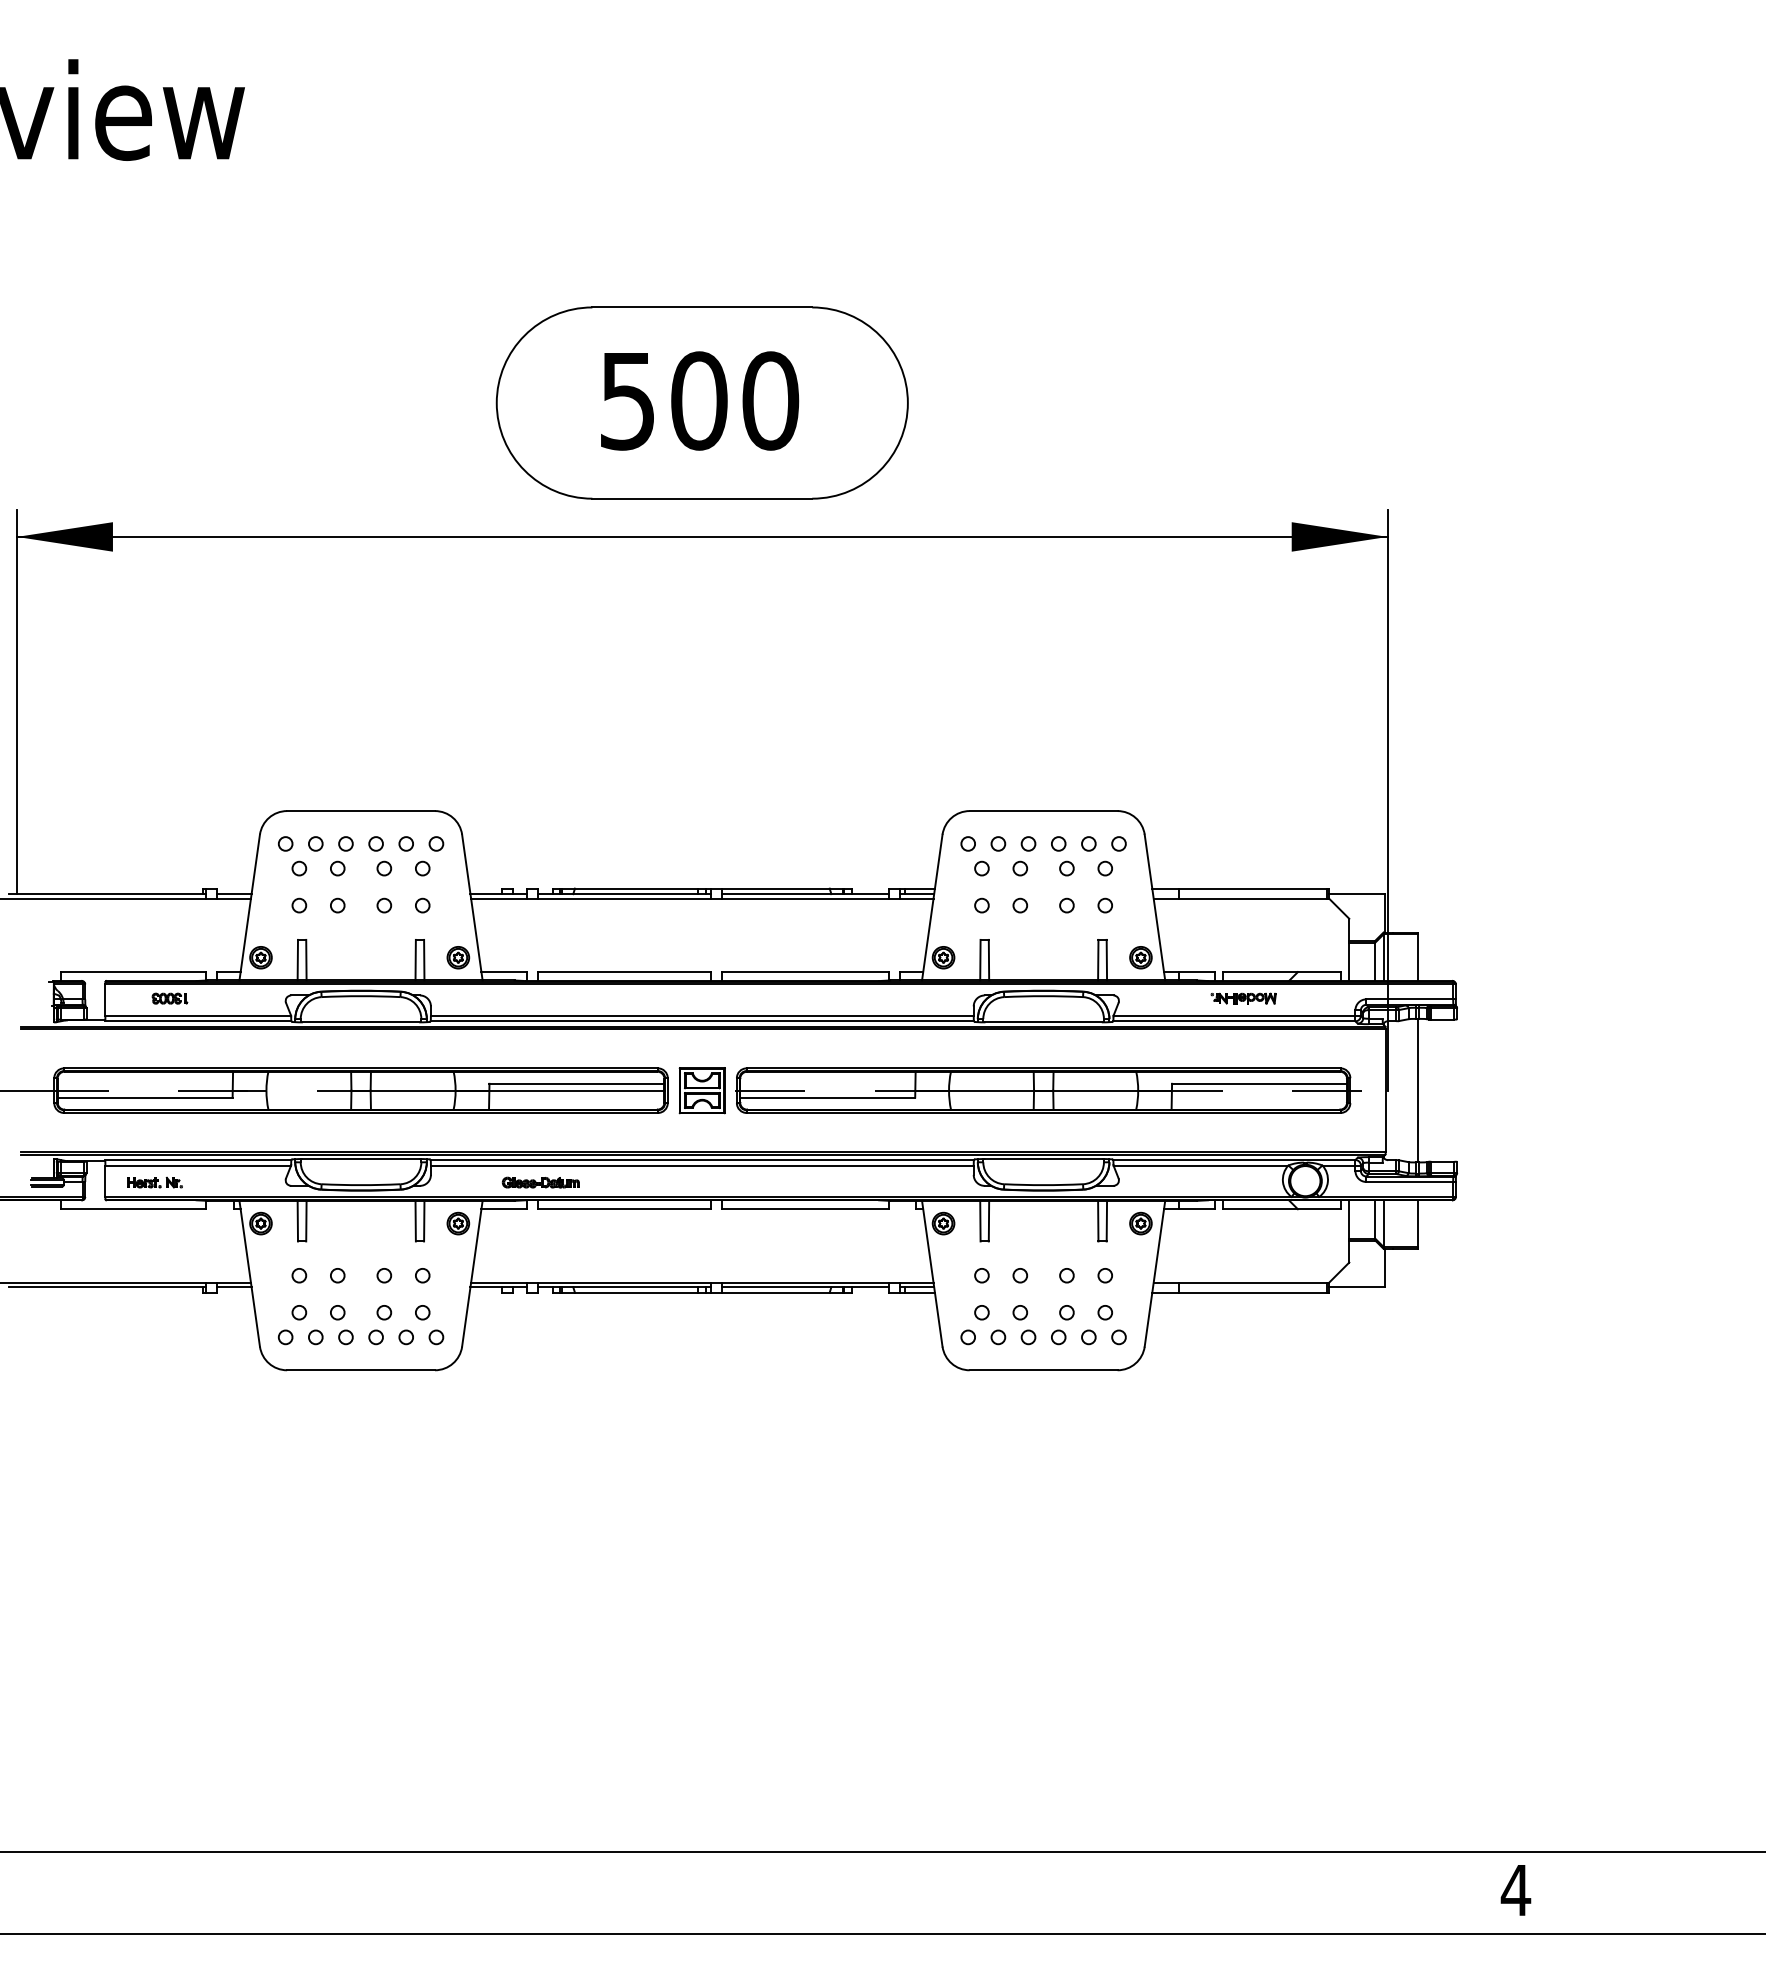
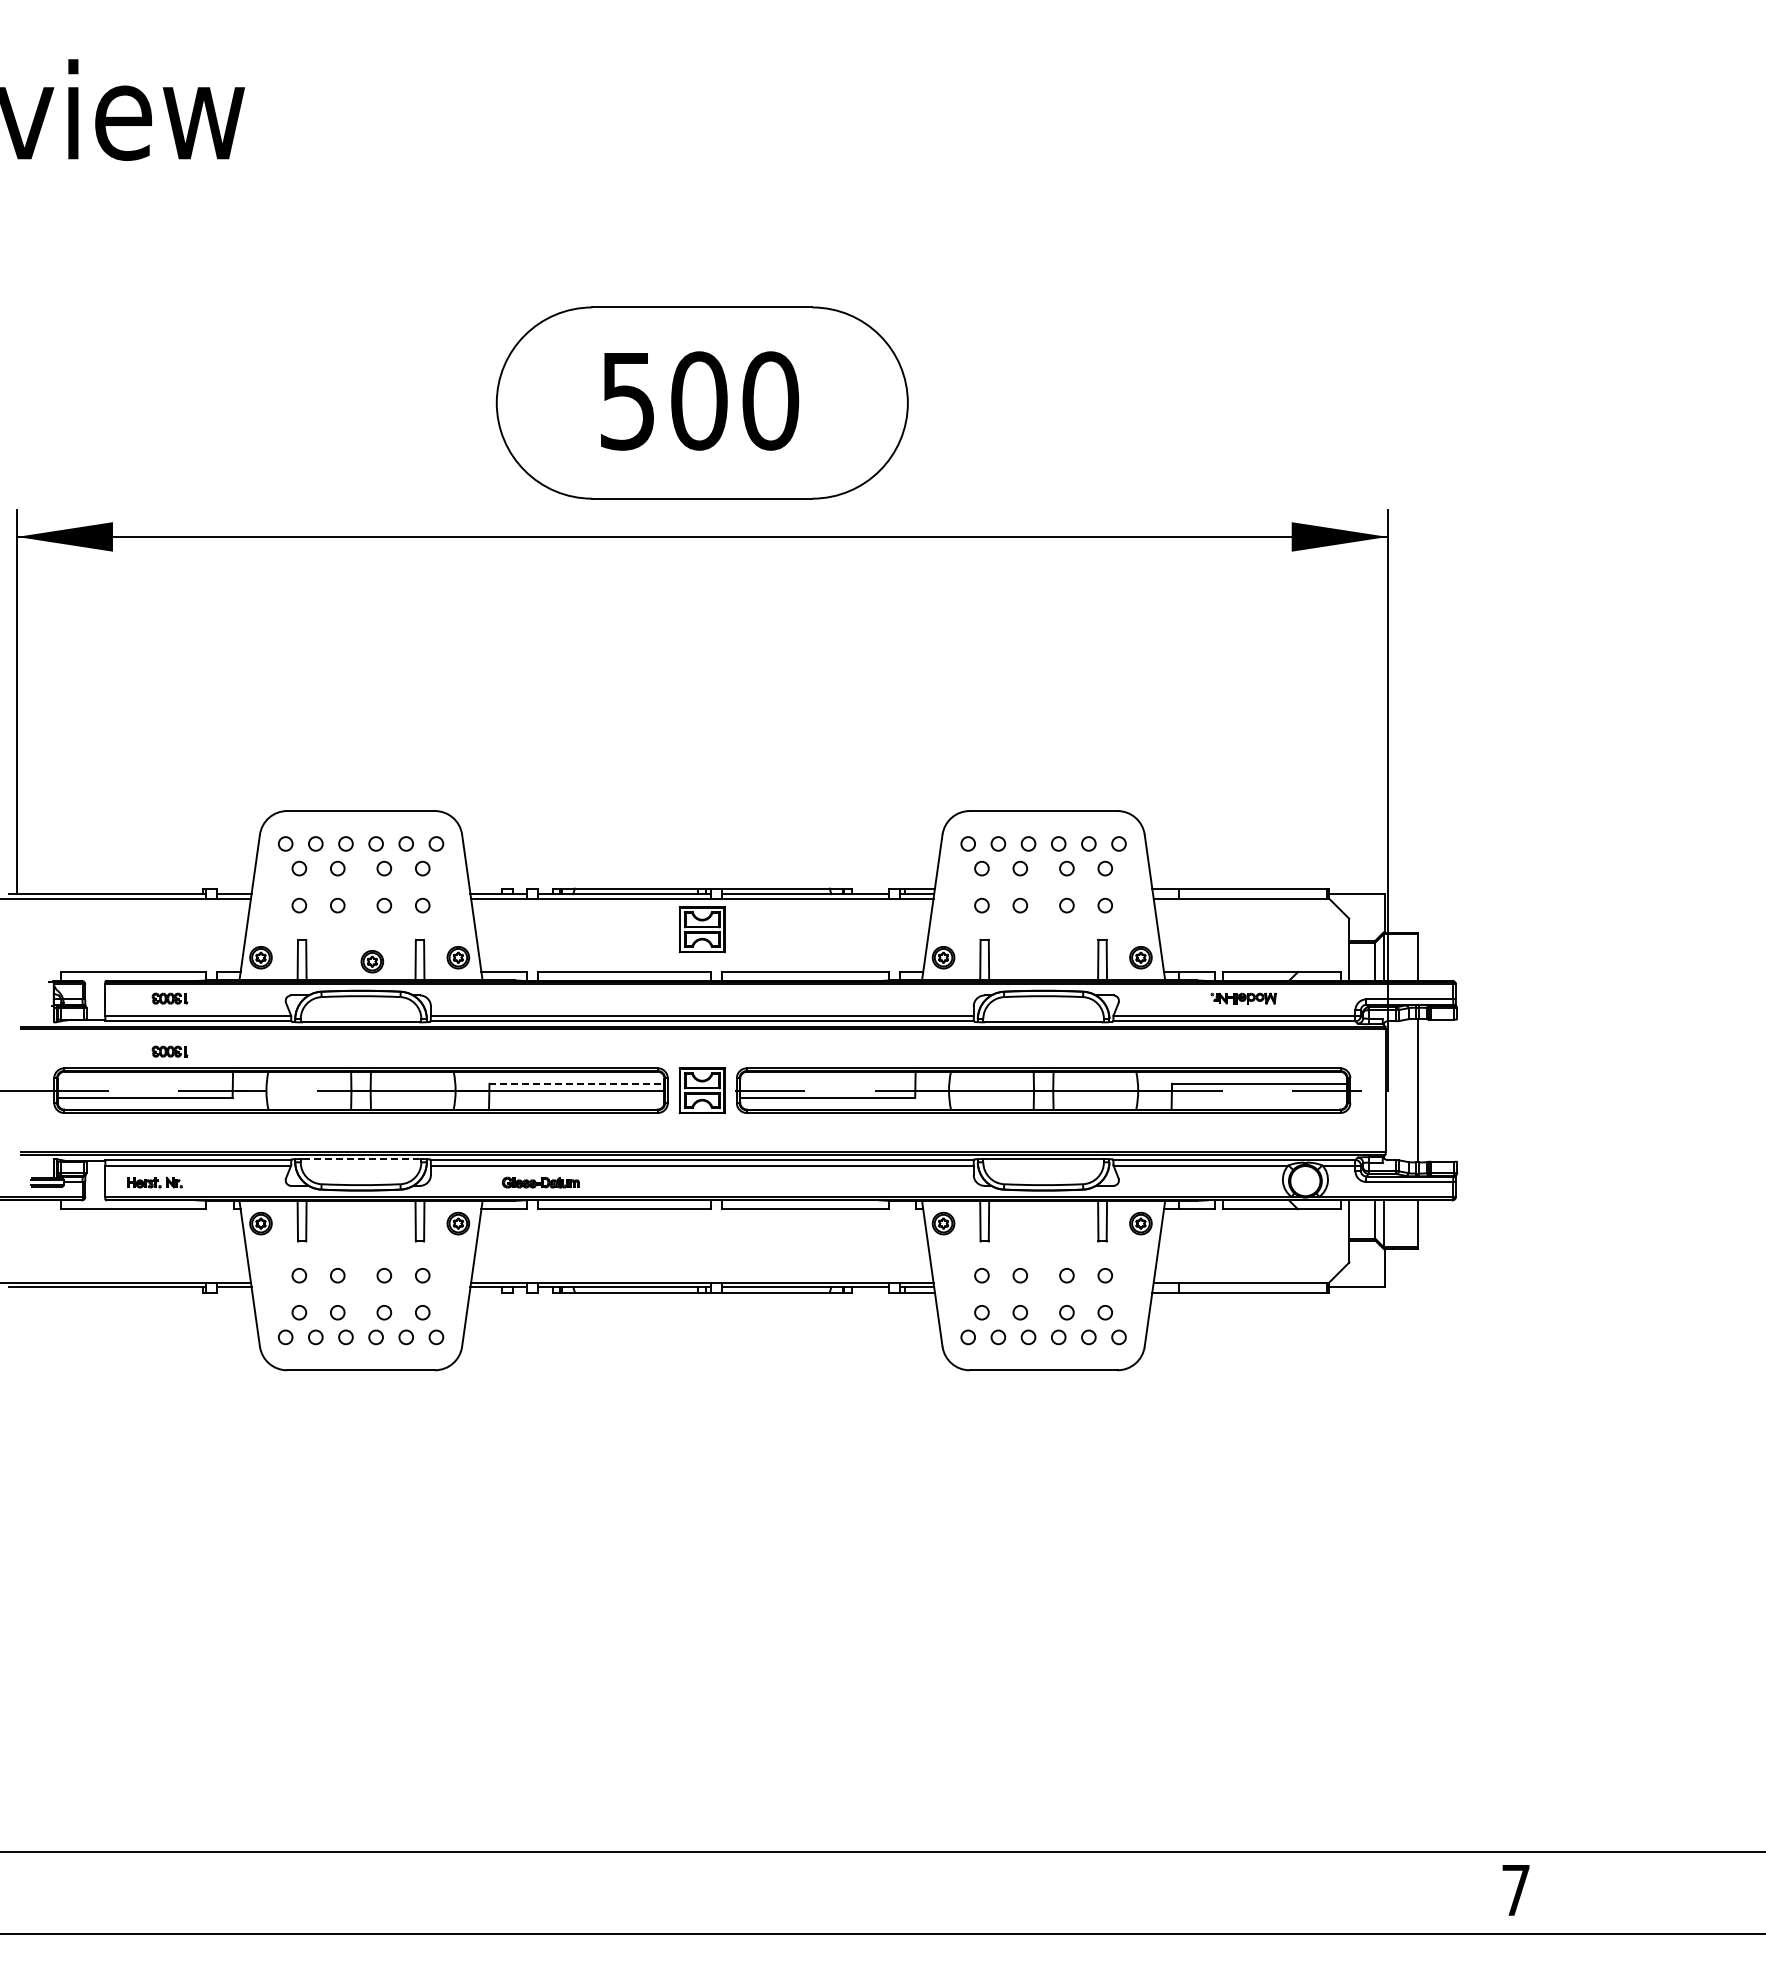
part at (701, 929): none -> present
part at (372, 961): none -> present
part at (169, 1051): none -> present
line at (576, 1083): solid -> dashed
line at (361, 1159): solid -> dashed
text at (1515, 1890): 4 -> 7
